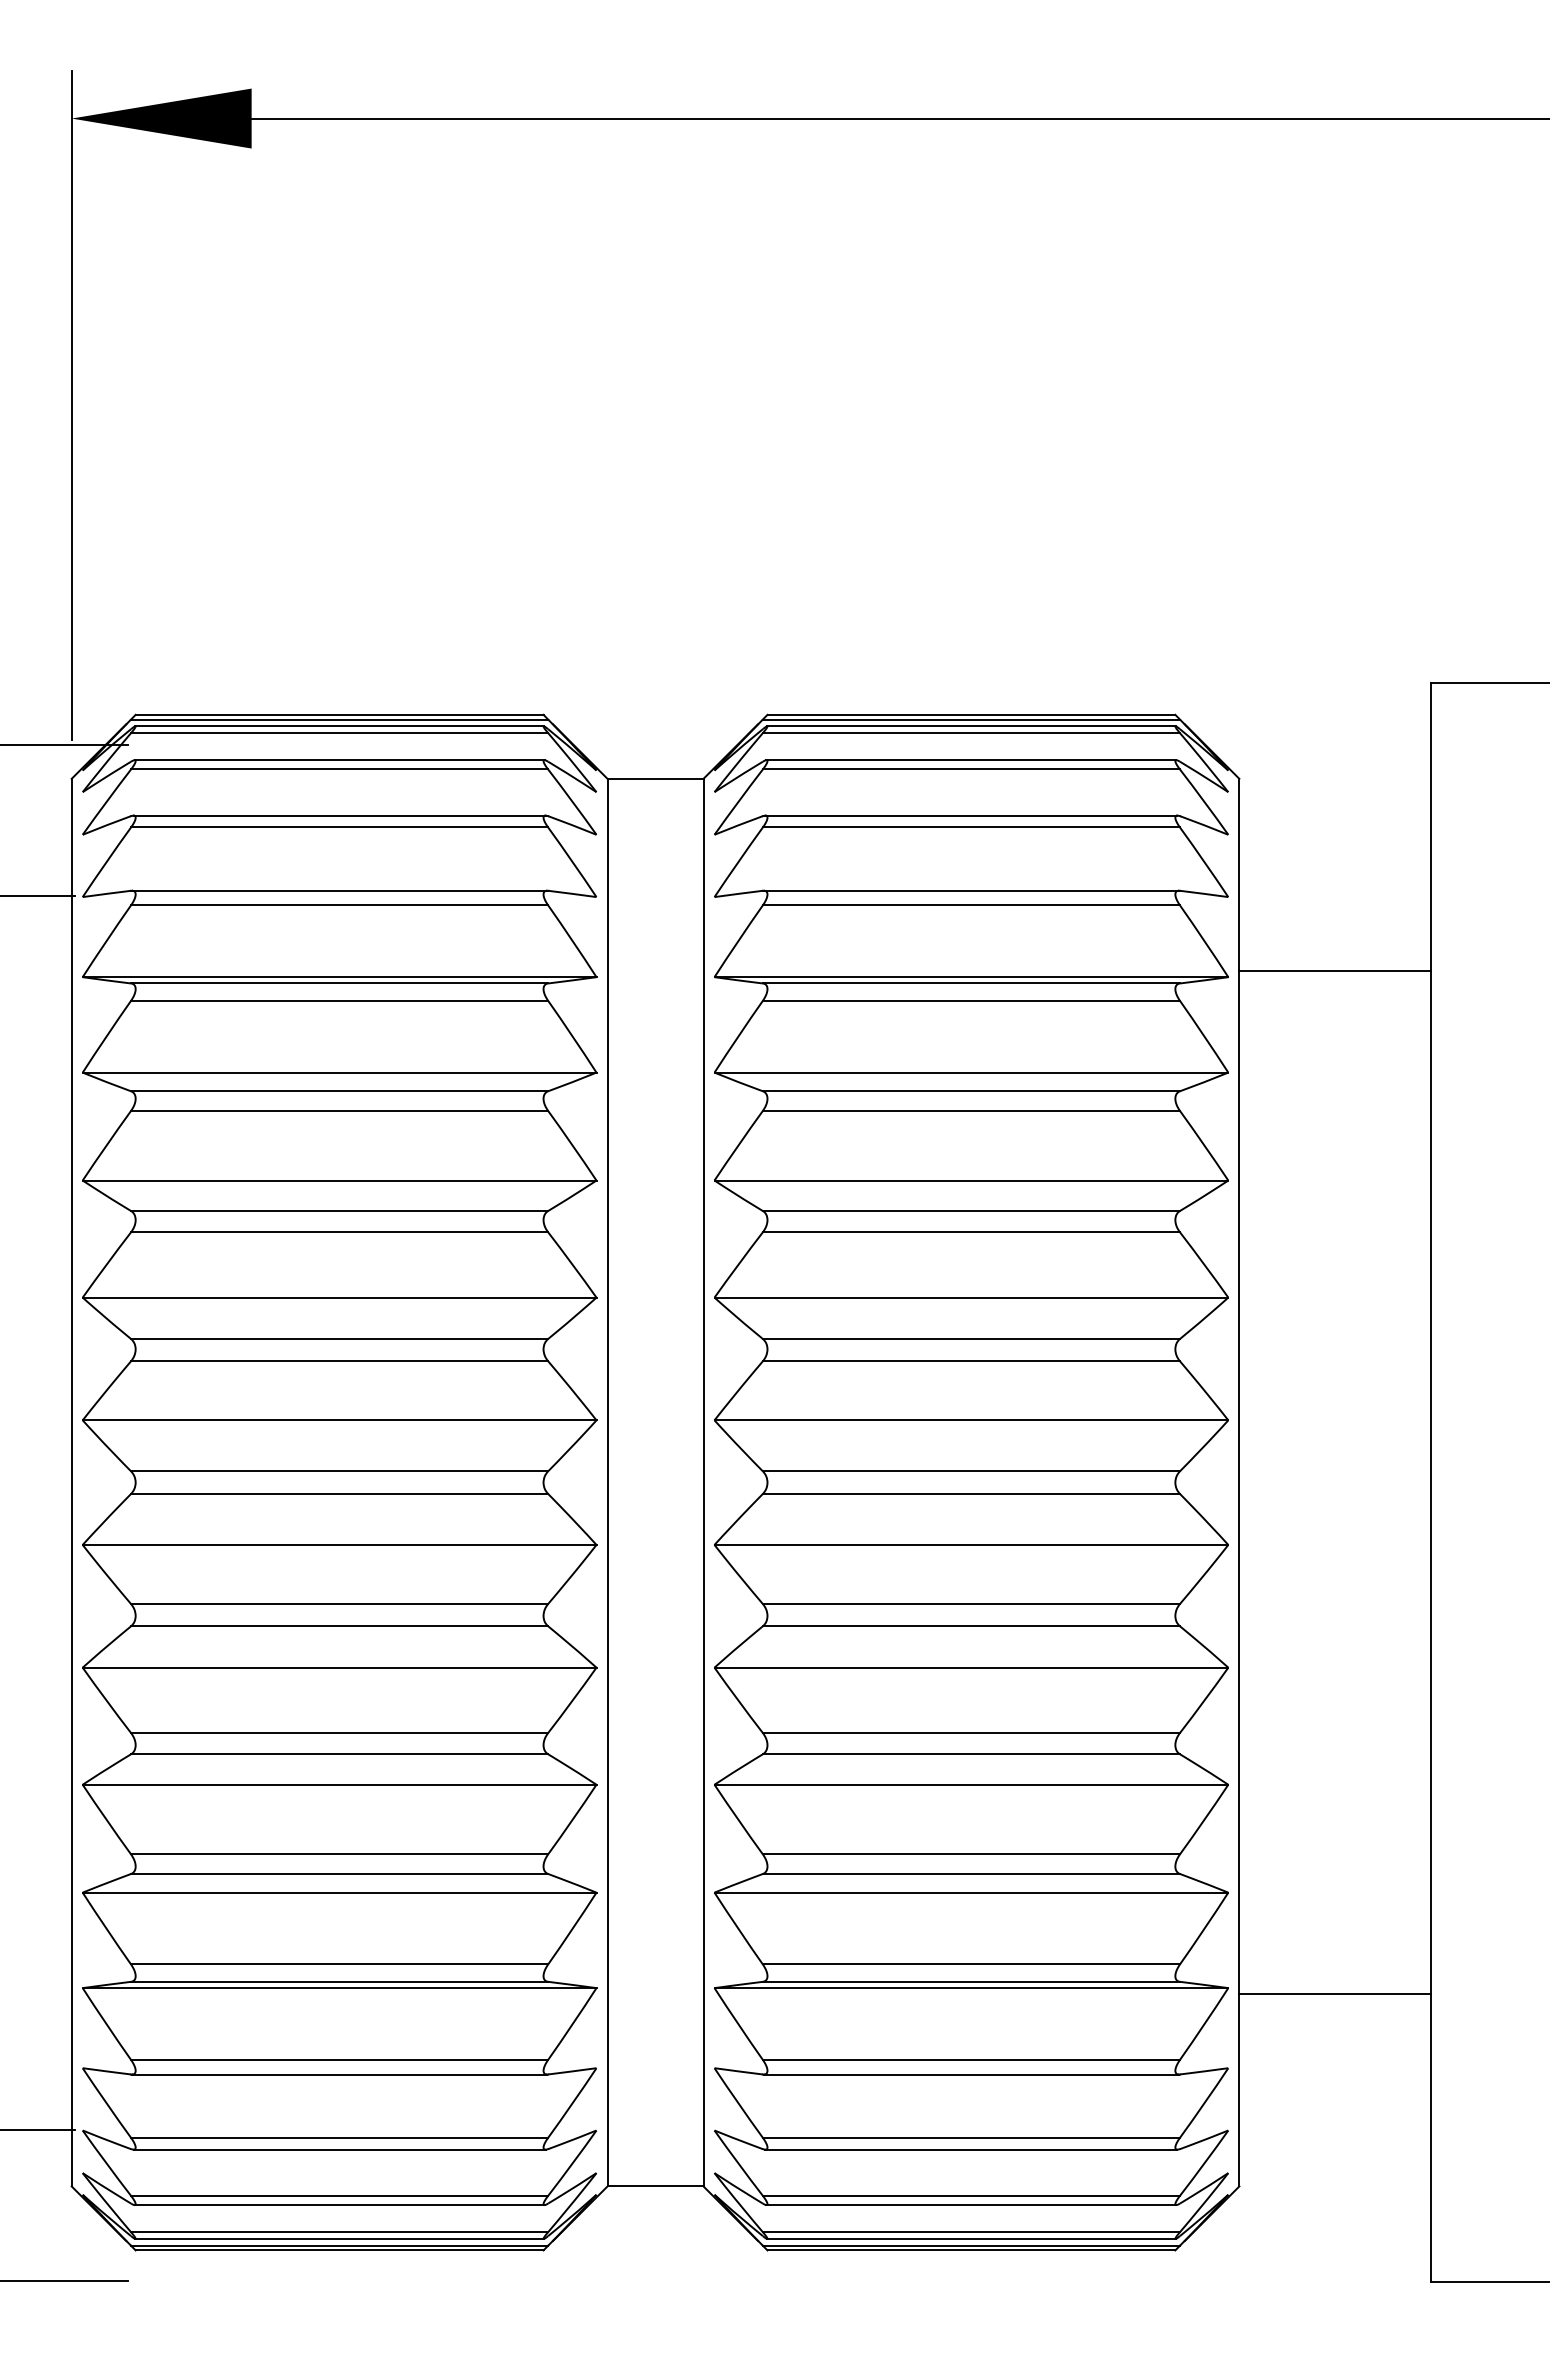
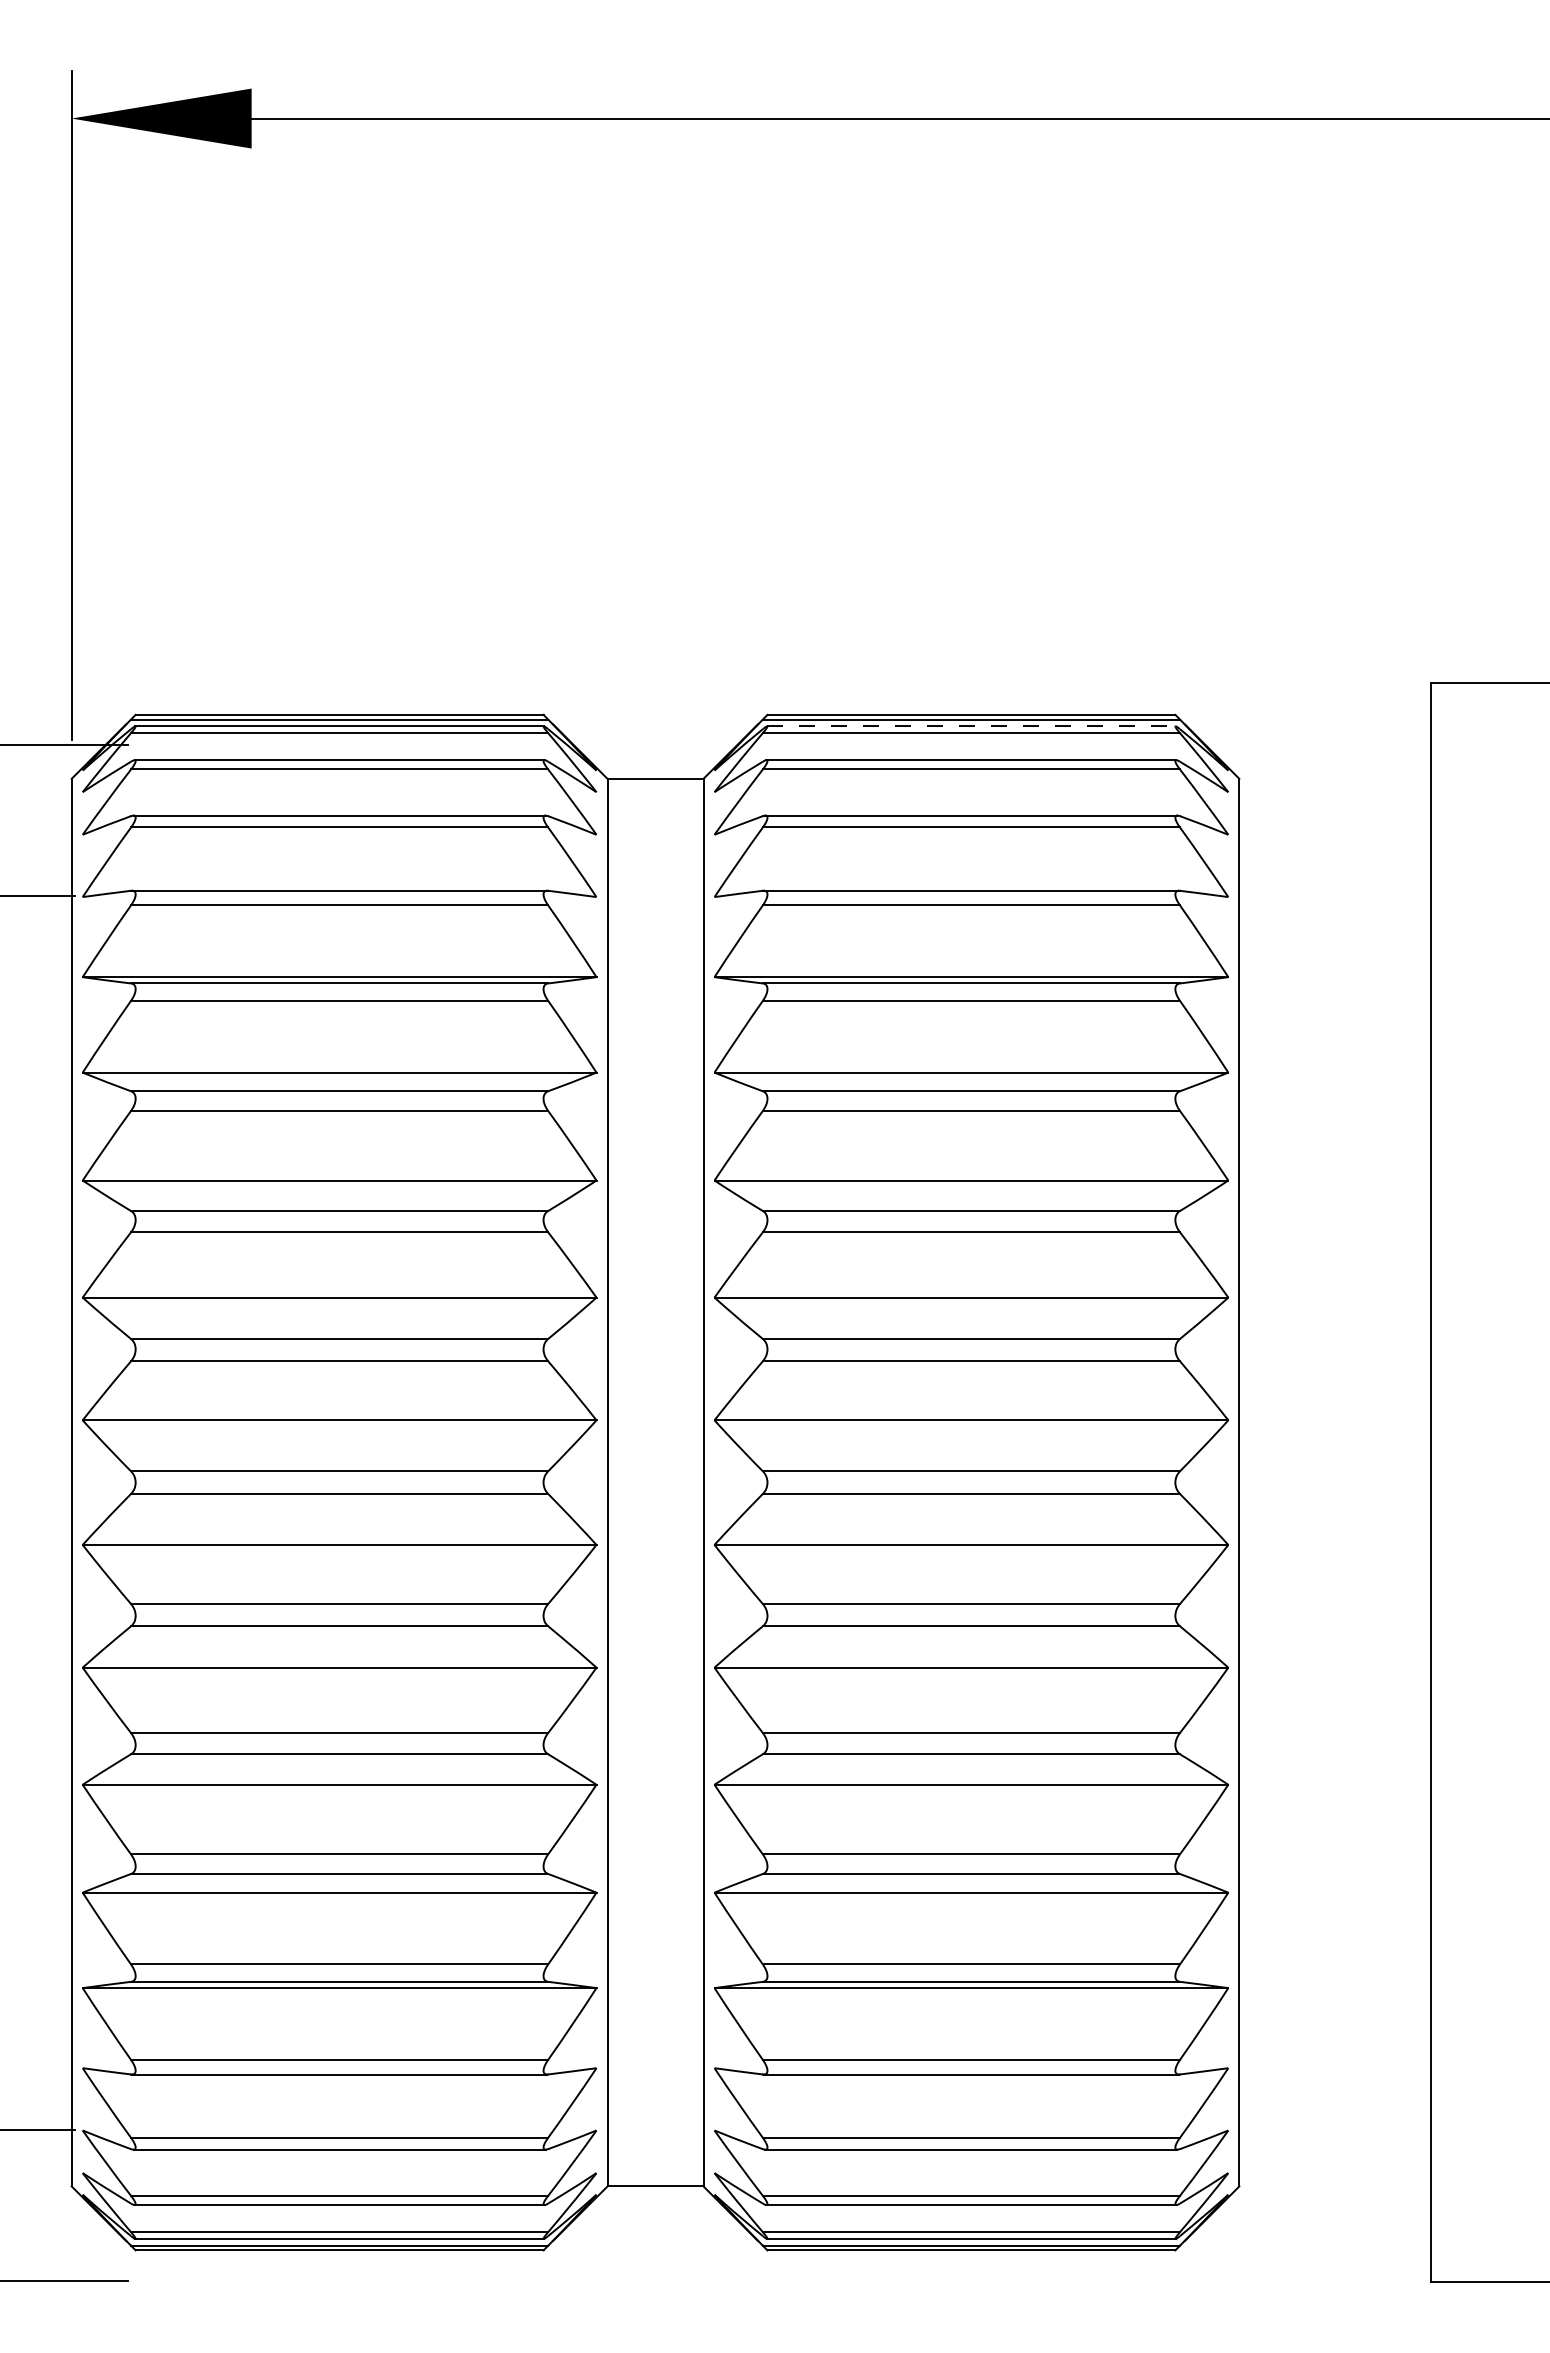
line at (971, 726): solid -> dashed
line at (1335, 970): present -> none
line at (1335, 1994): present -> none
